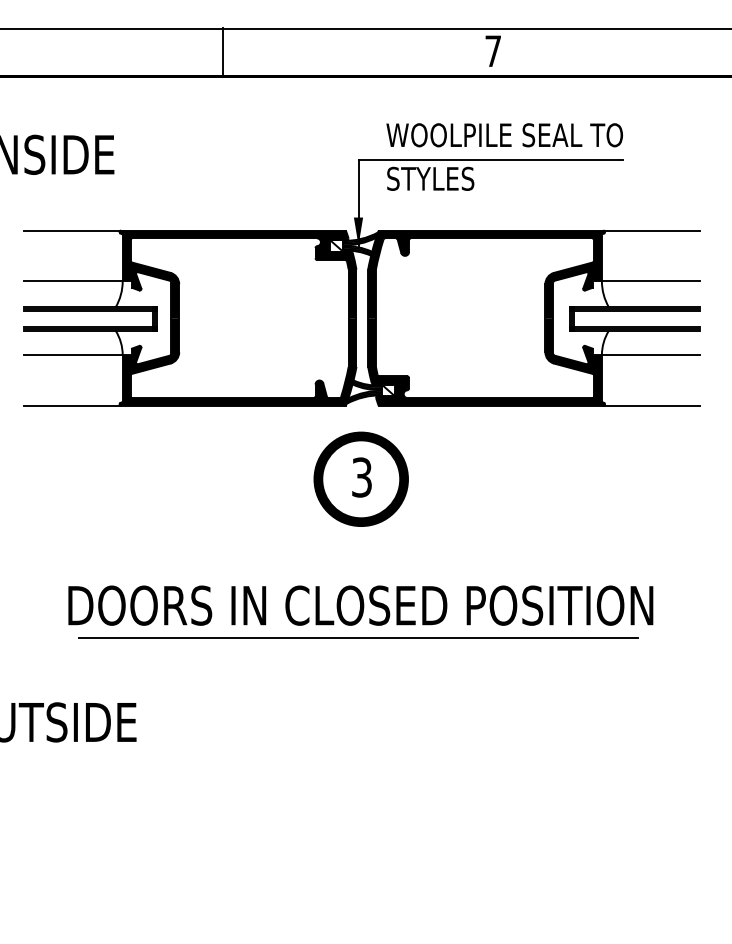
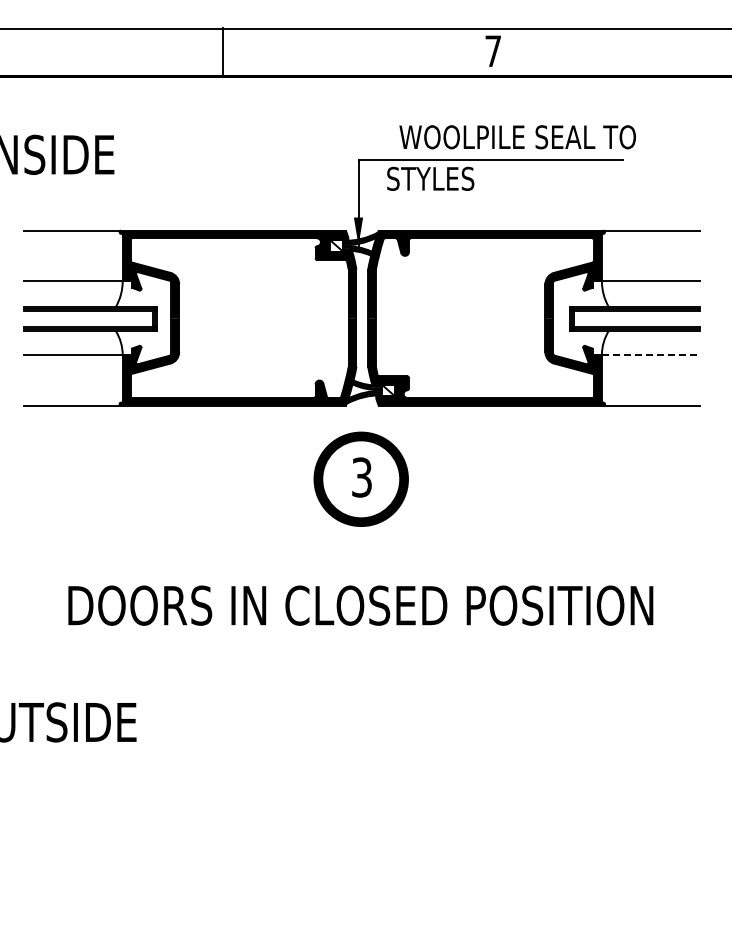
text at (504, 135) position: (504, 135) -> (517, 137)
line at (651, 355): solid -> dashed
line at (358, 637): present -> none
